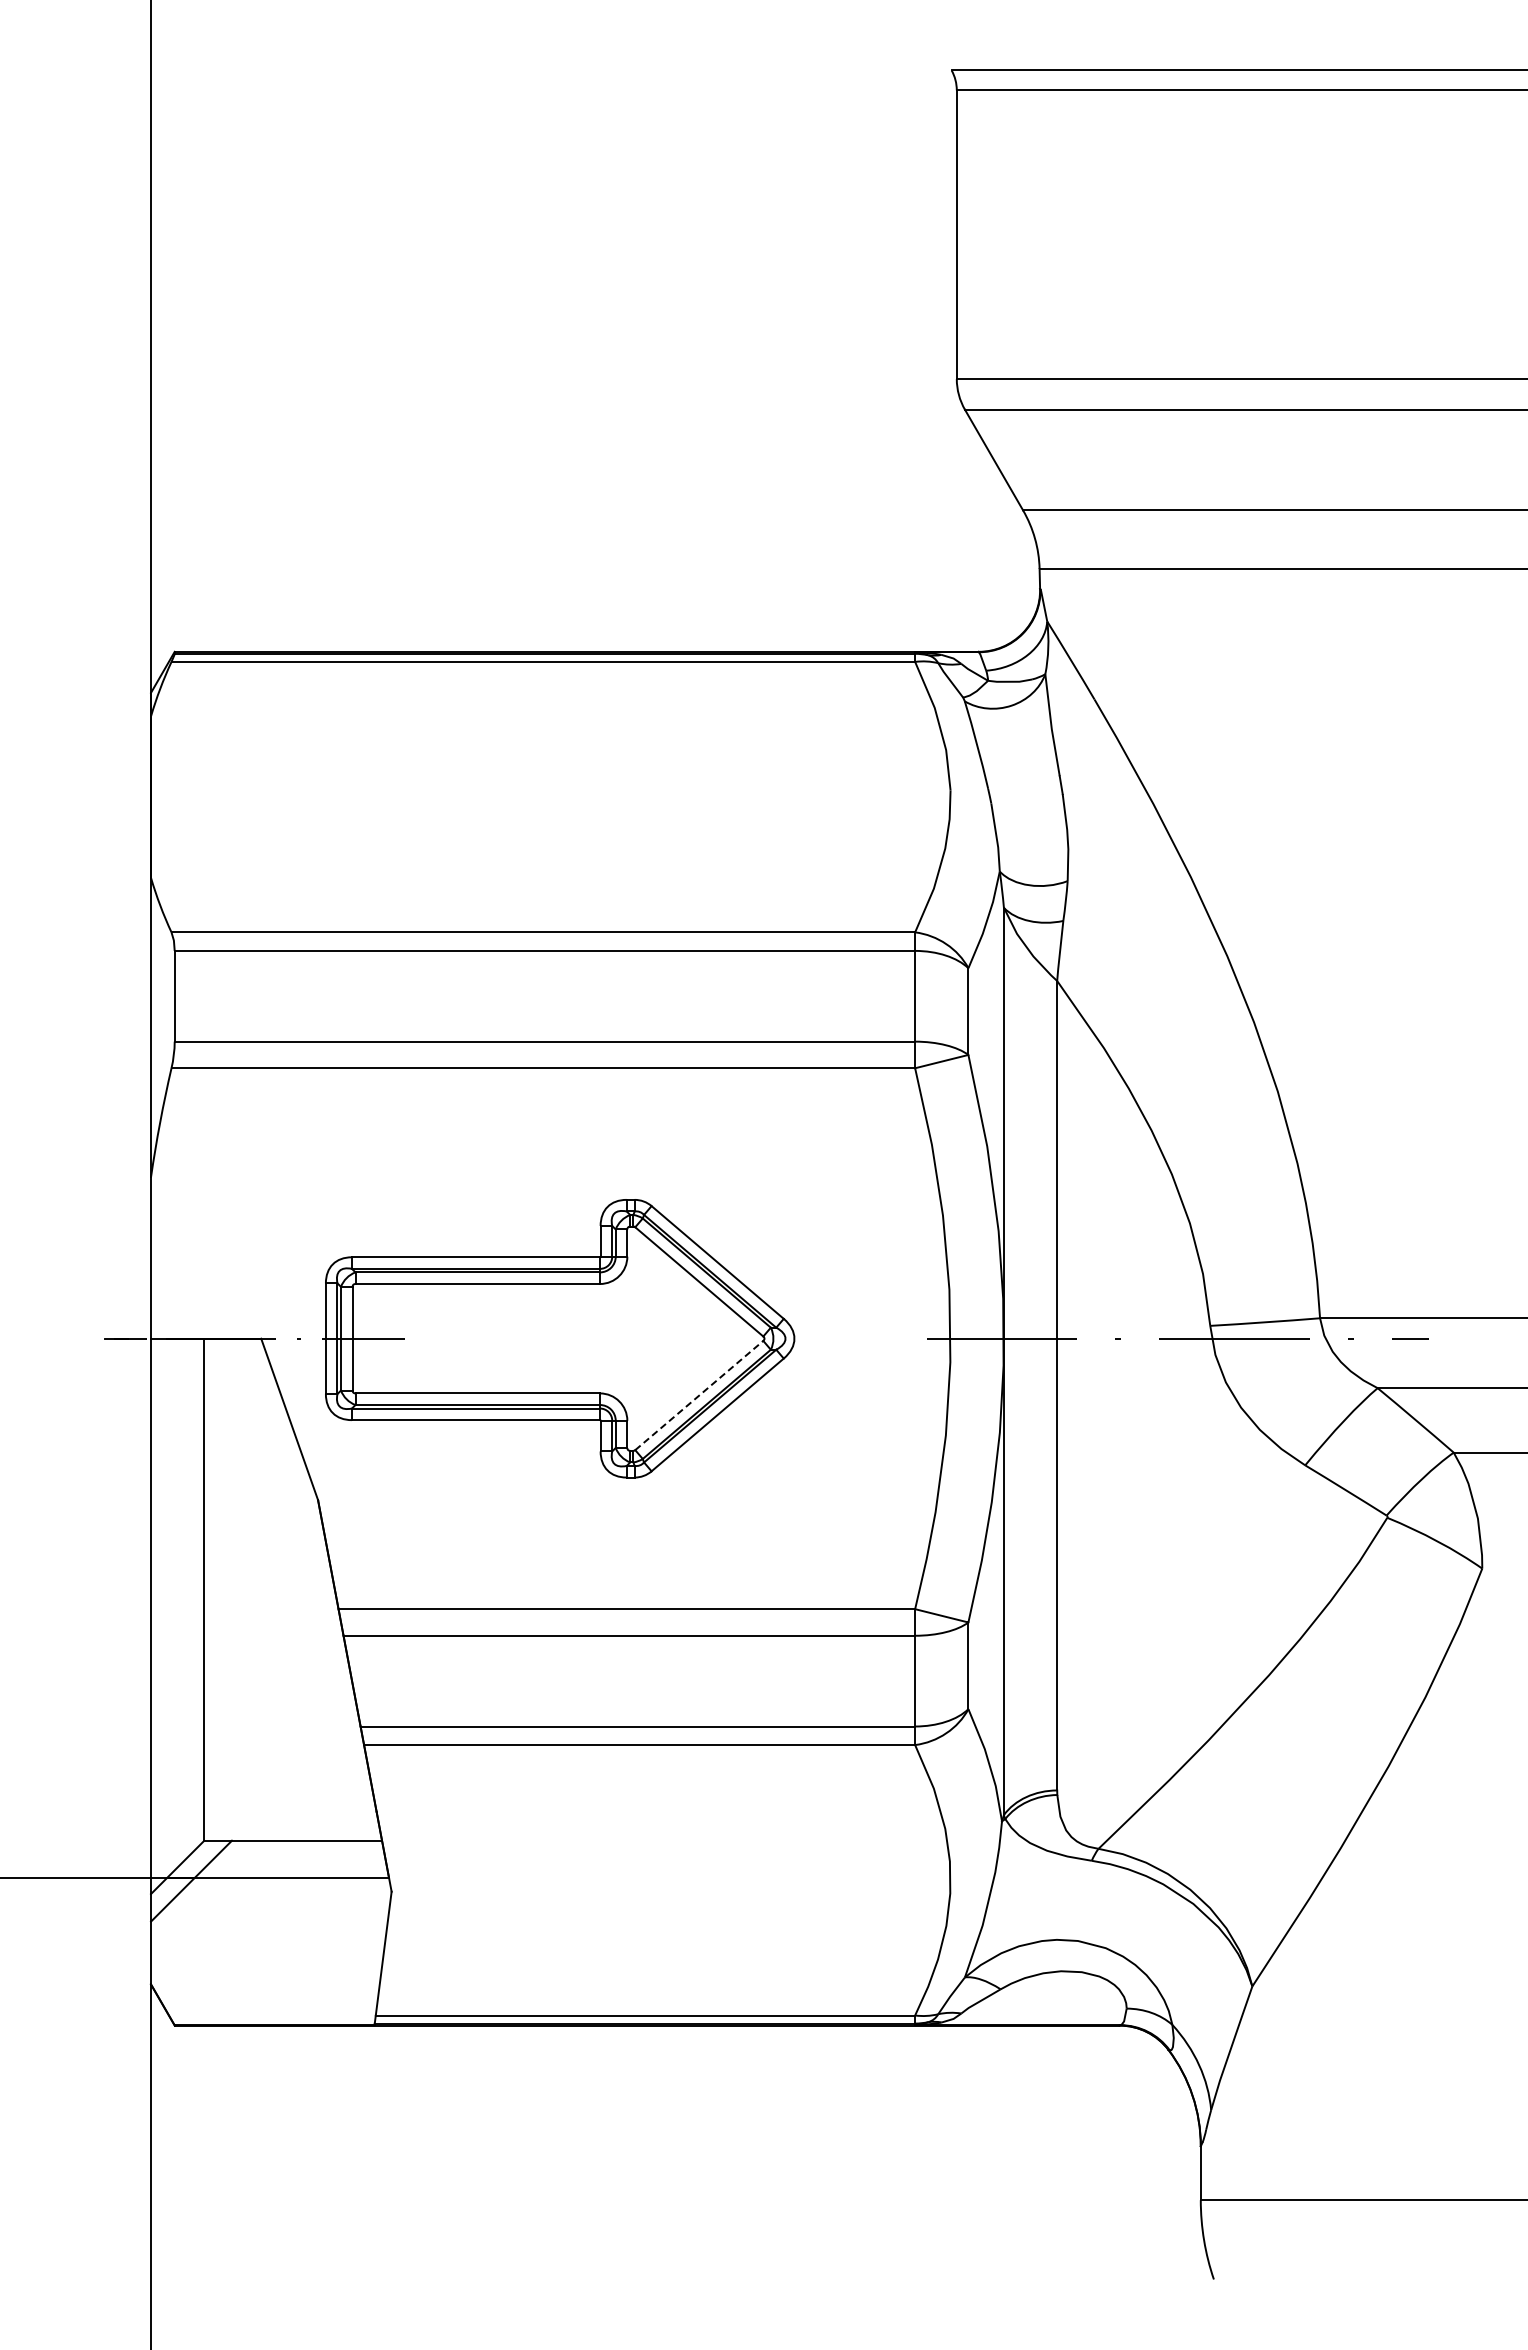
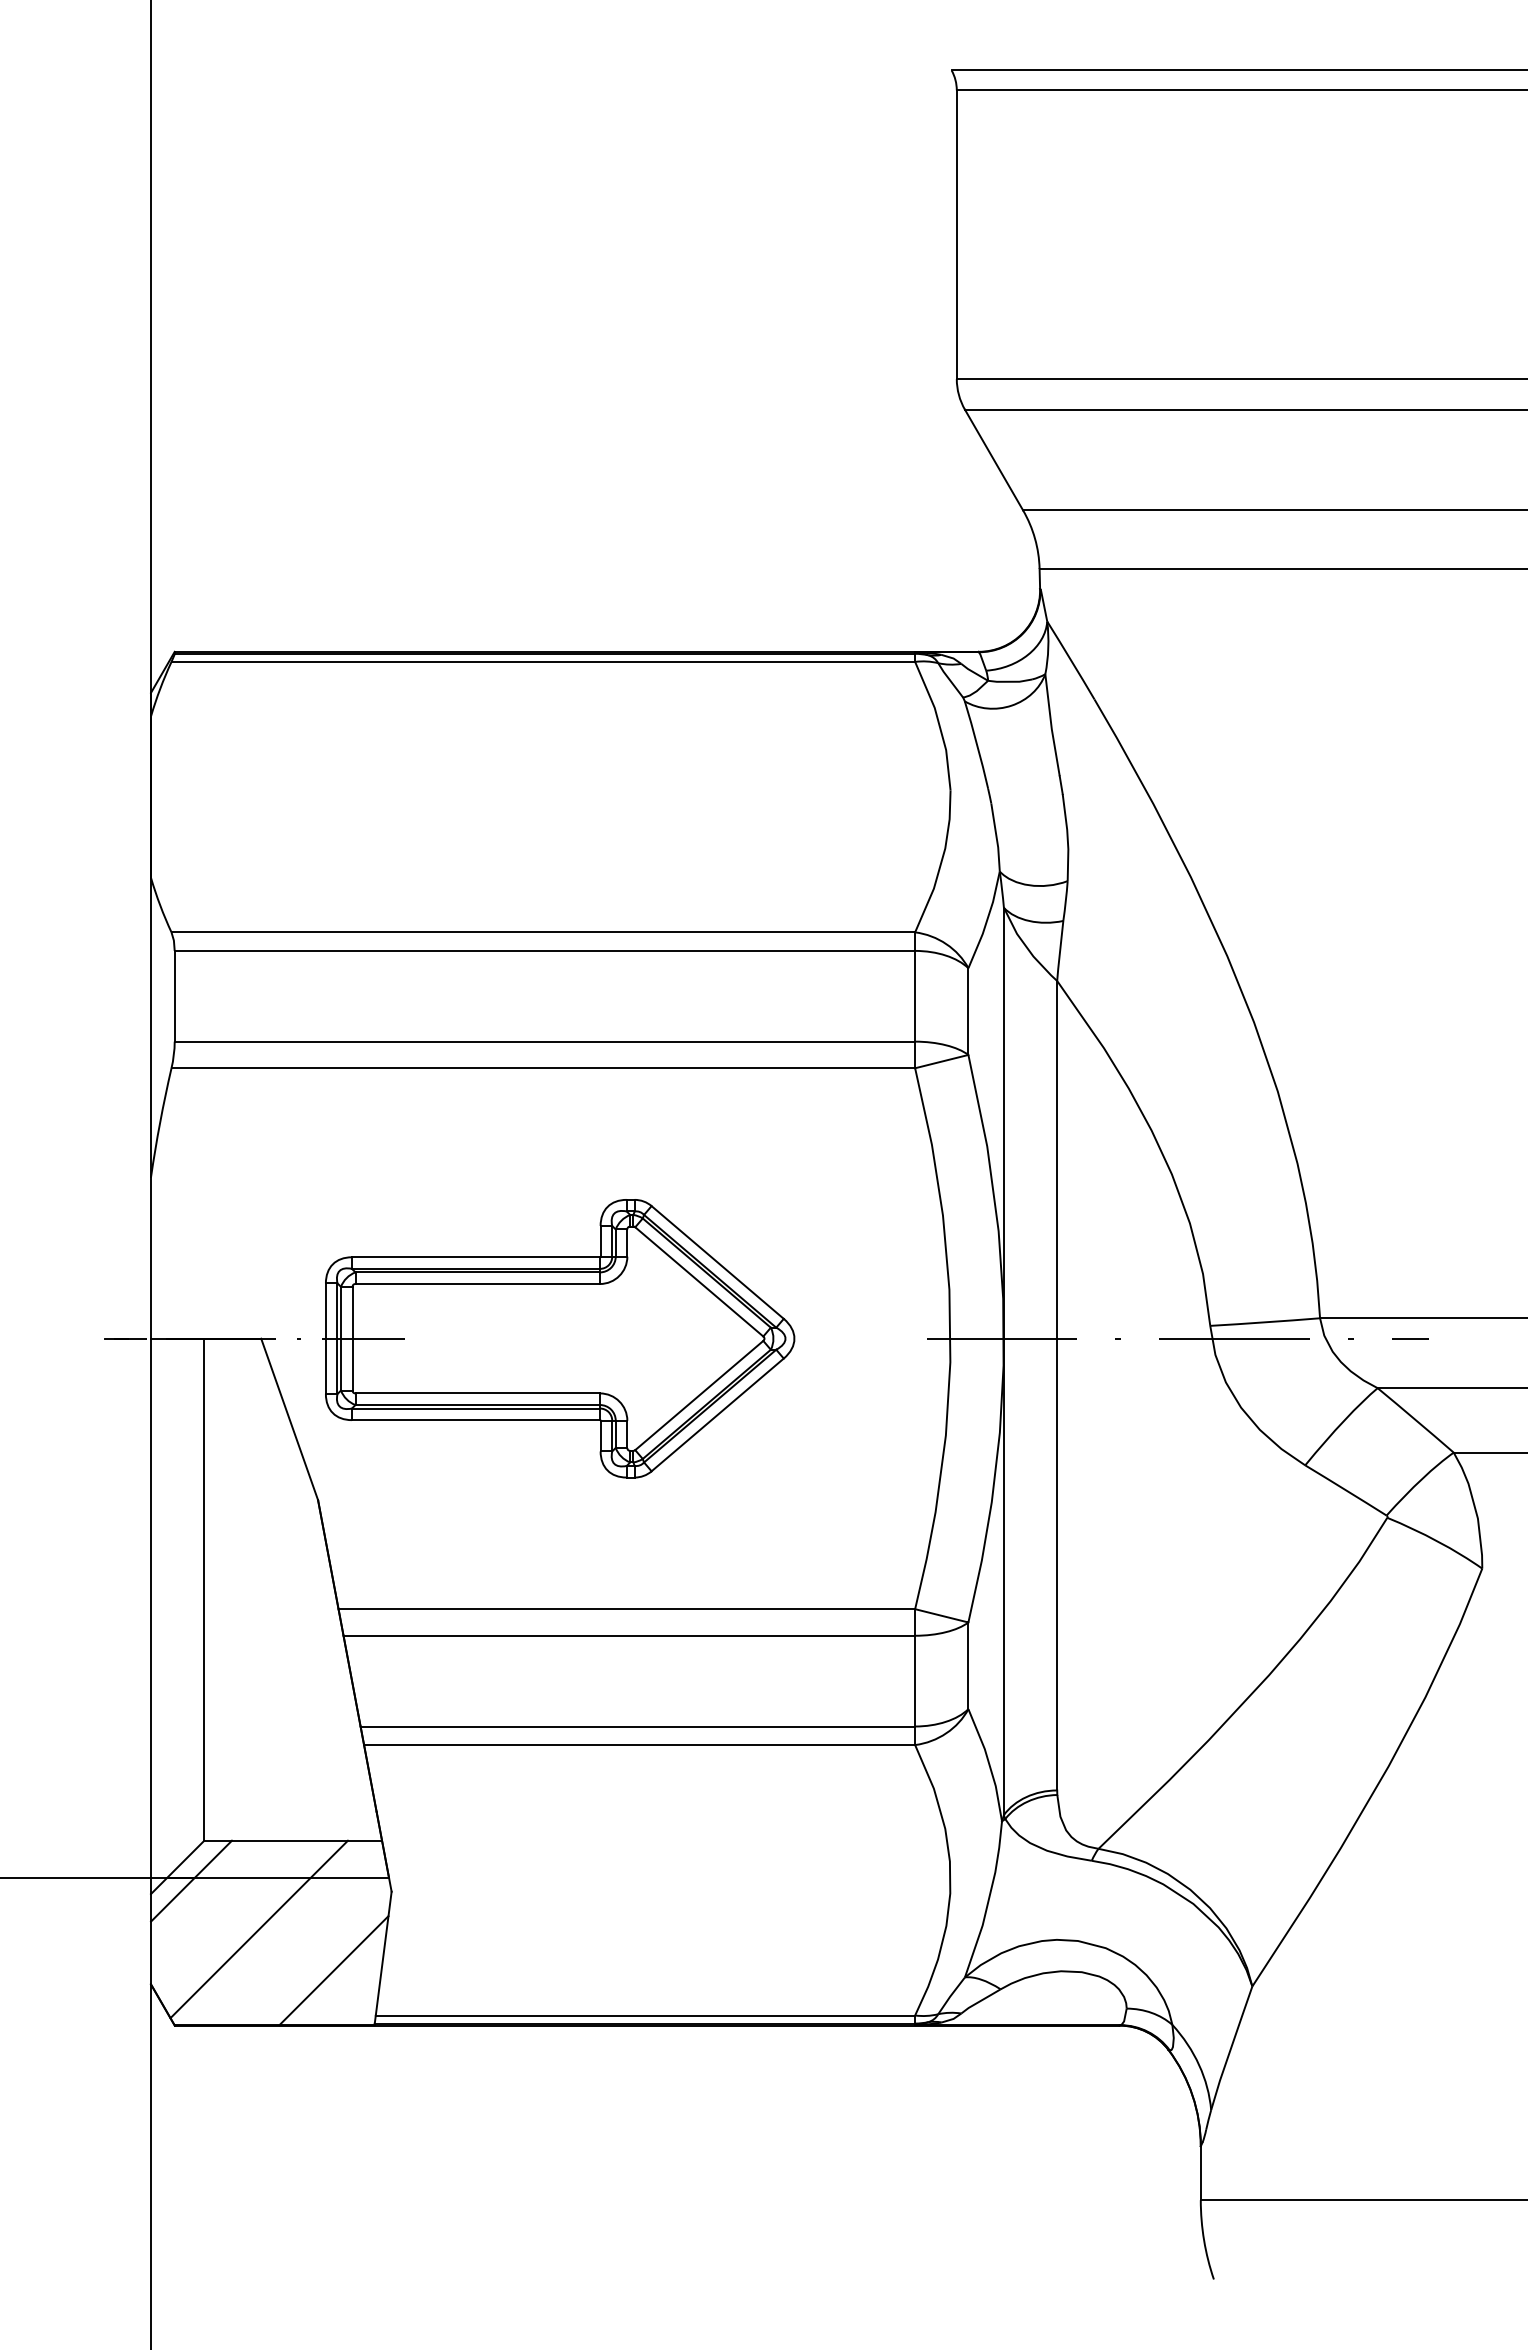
line at (699, 1395): dashed -> solid
line at (258, 1929): none -> present
line at (333, 1970): none -> present
